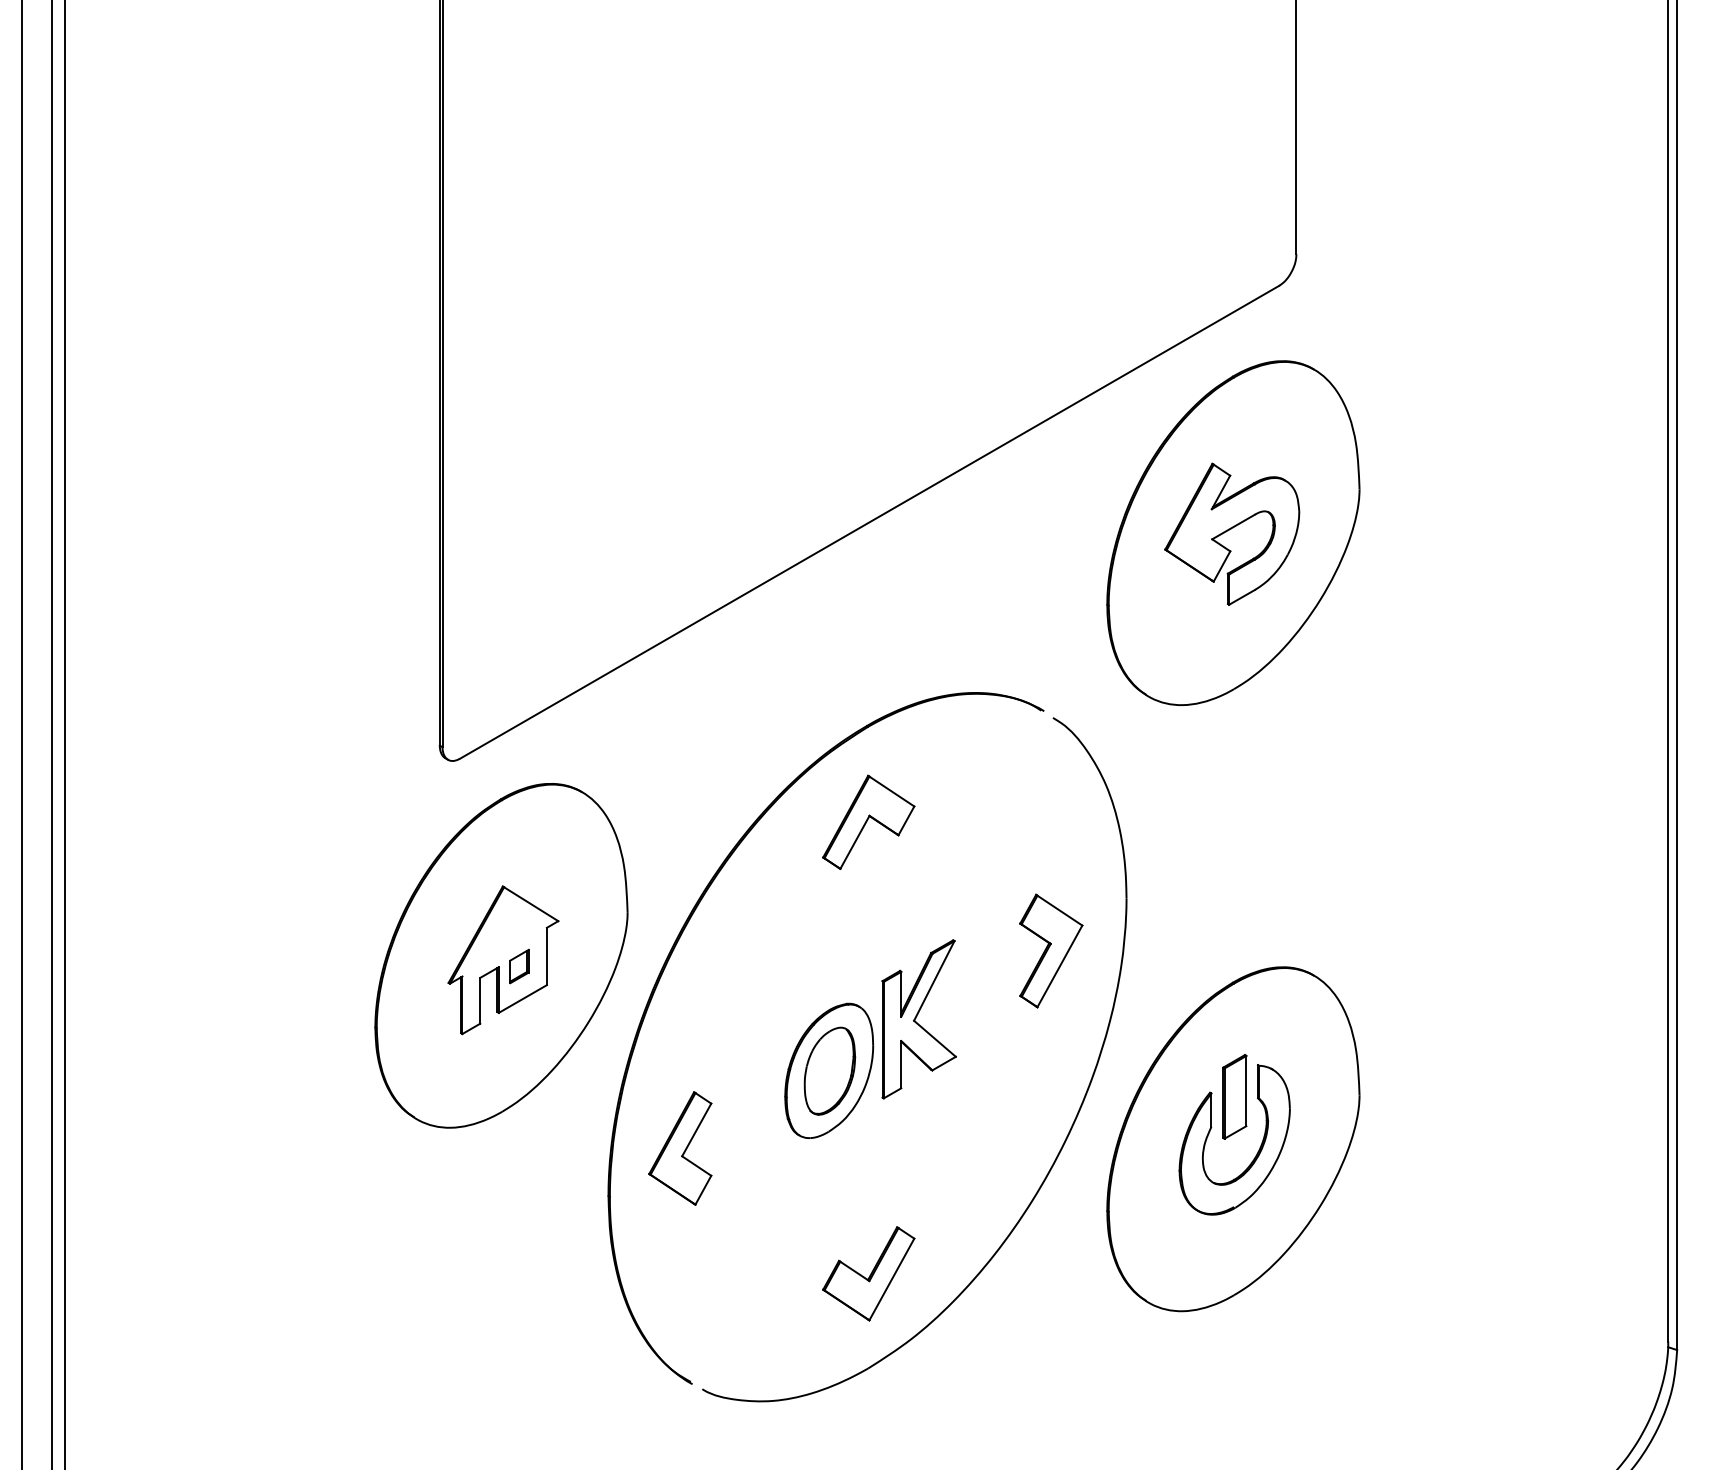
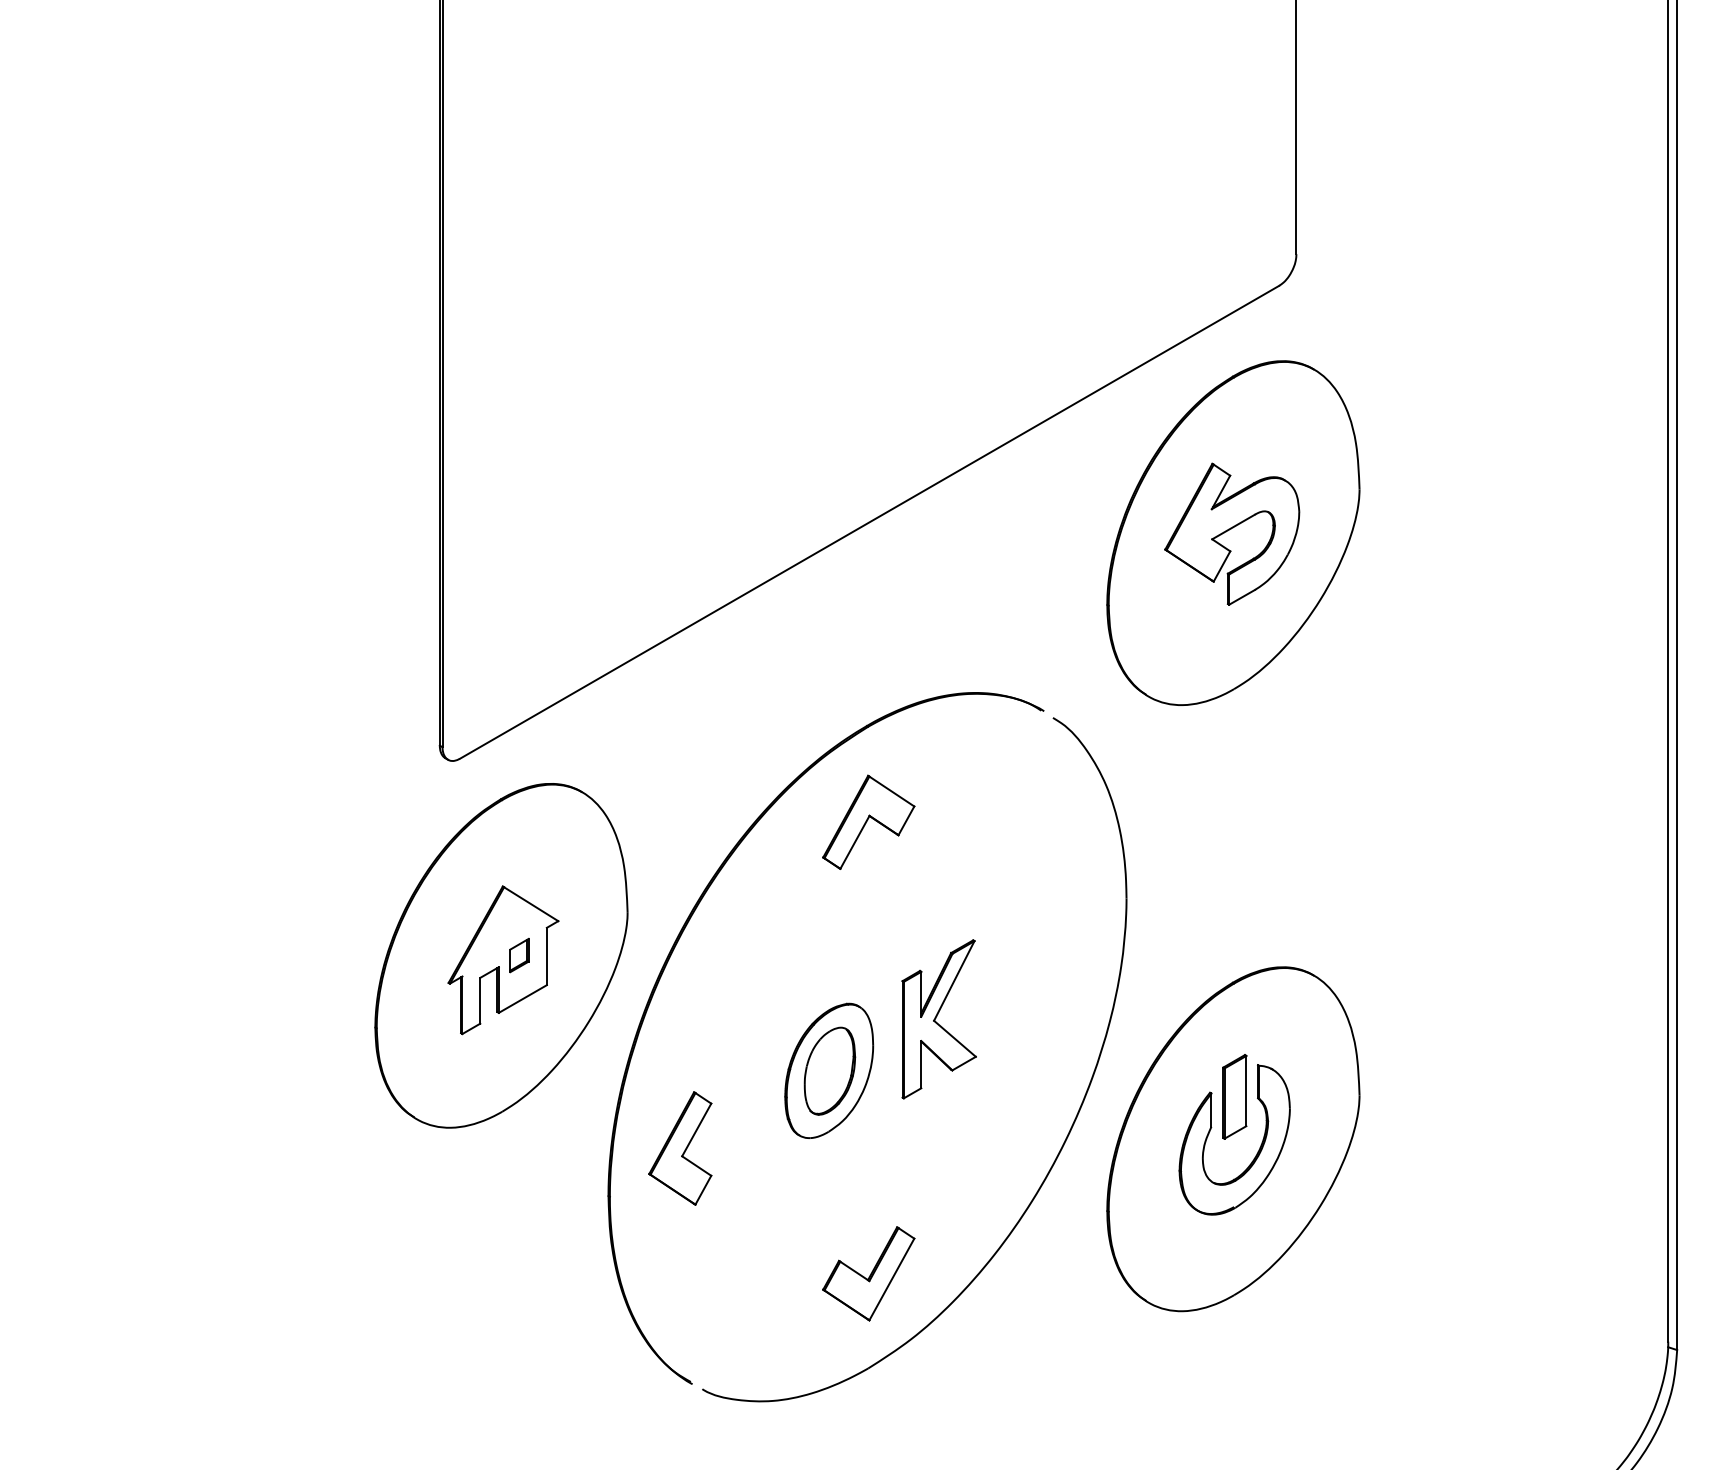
line at (21, 734): present -> none
line at (51, 734): present -> none
line at (65, 734): present -> none
part at (1051, 950): present -> none
part at (519, 966) position: (519, 966) -> (519, 955)
part at (918, 1019) position: (918, 1019) -> (938, 1019)
